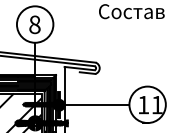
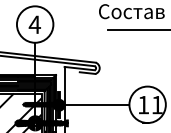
text at (34, 24): 8 -> 4
line at (137, 29): none -> present
